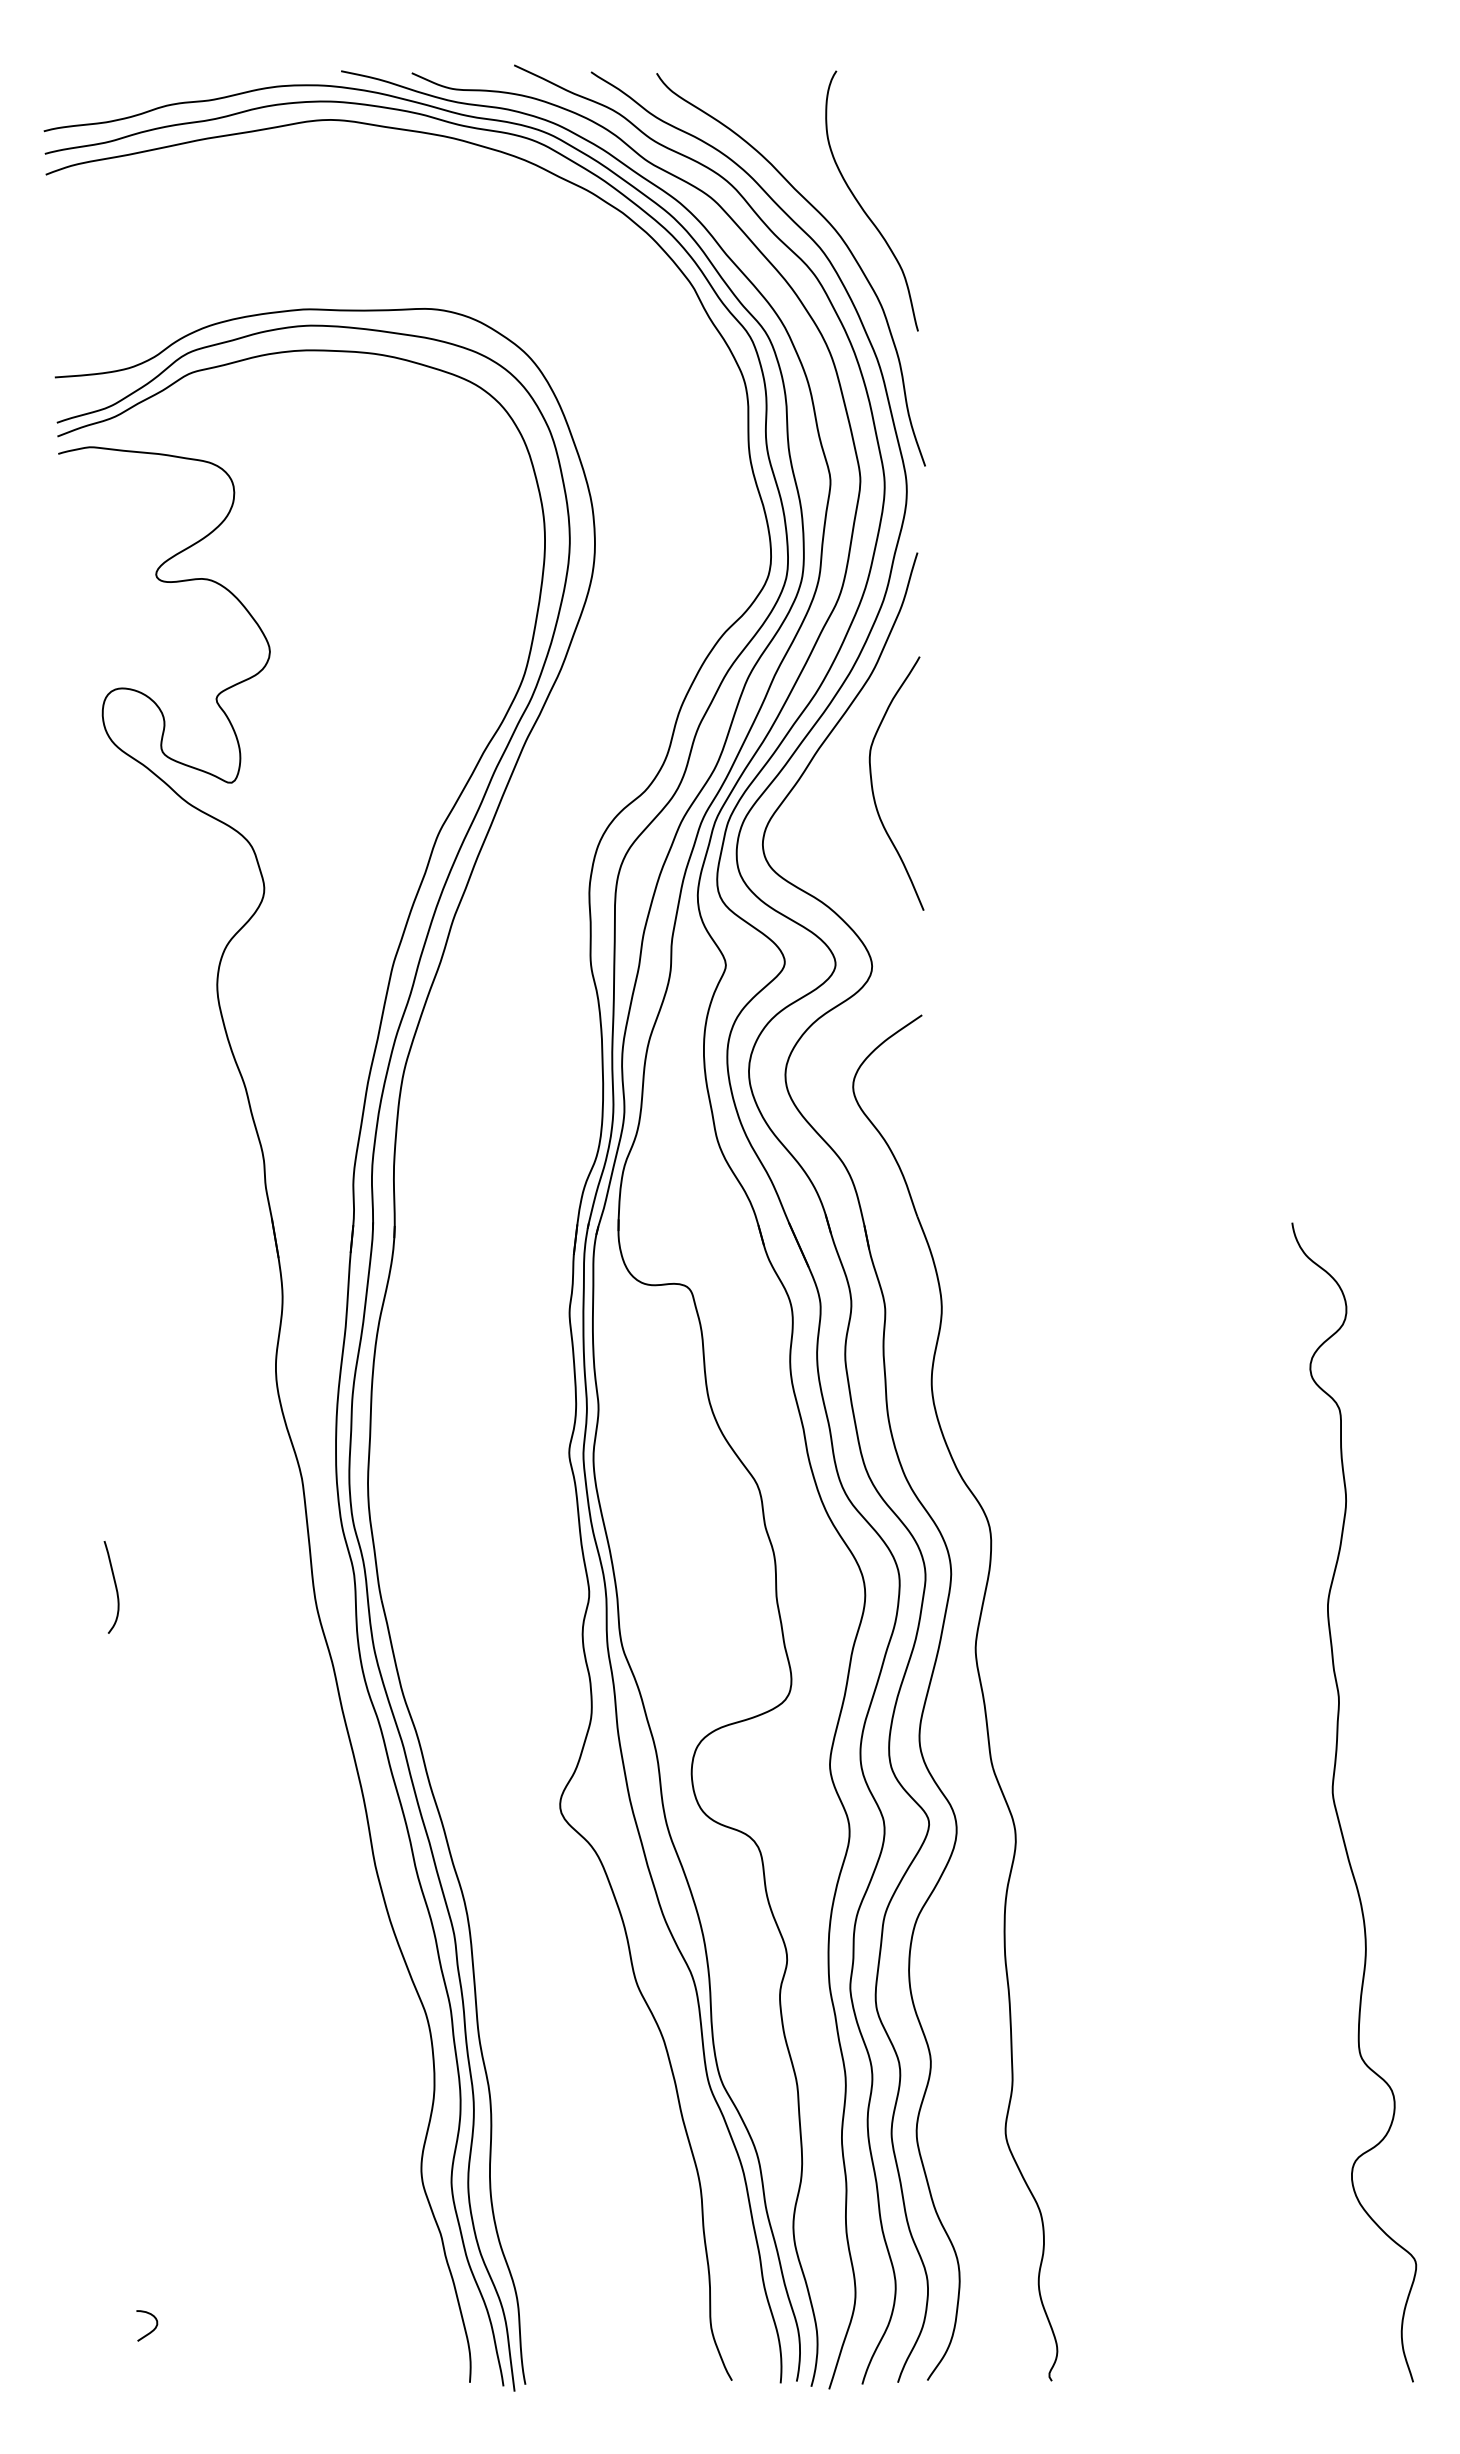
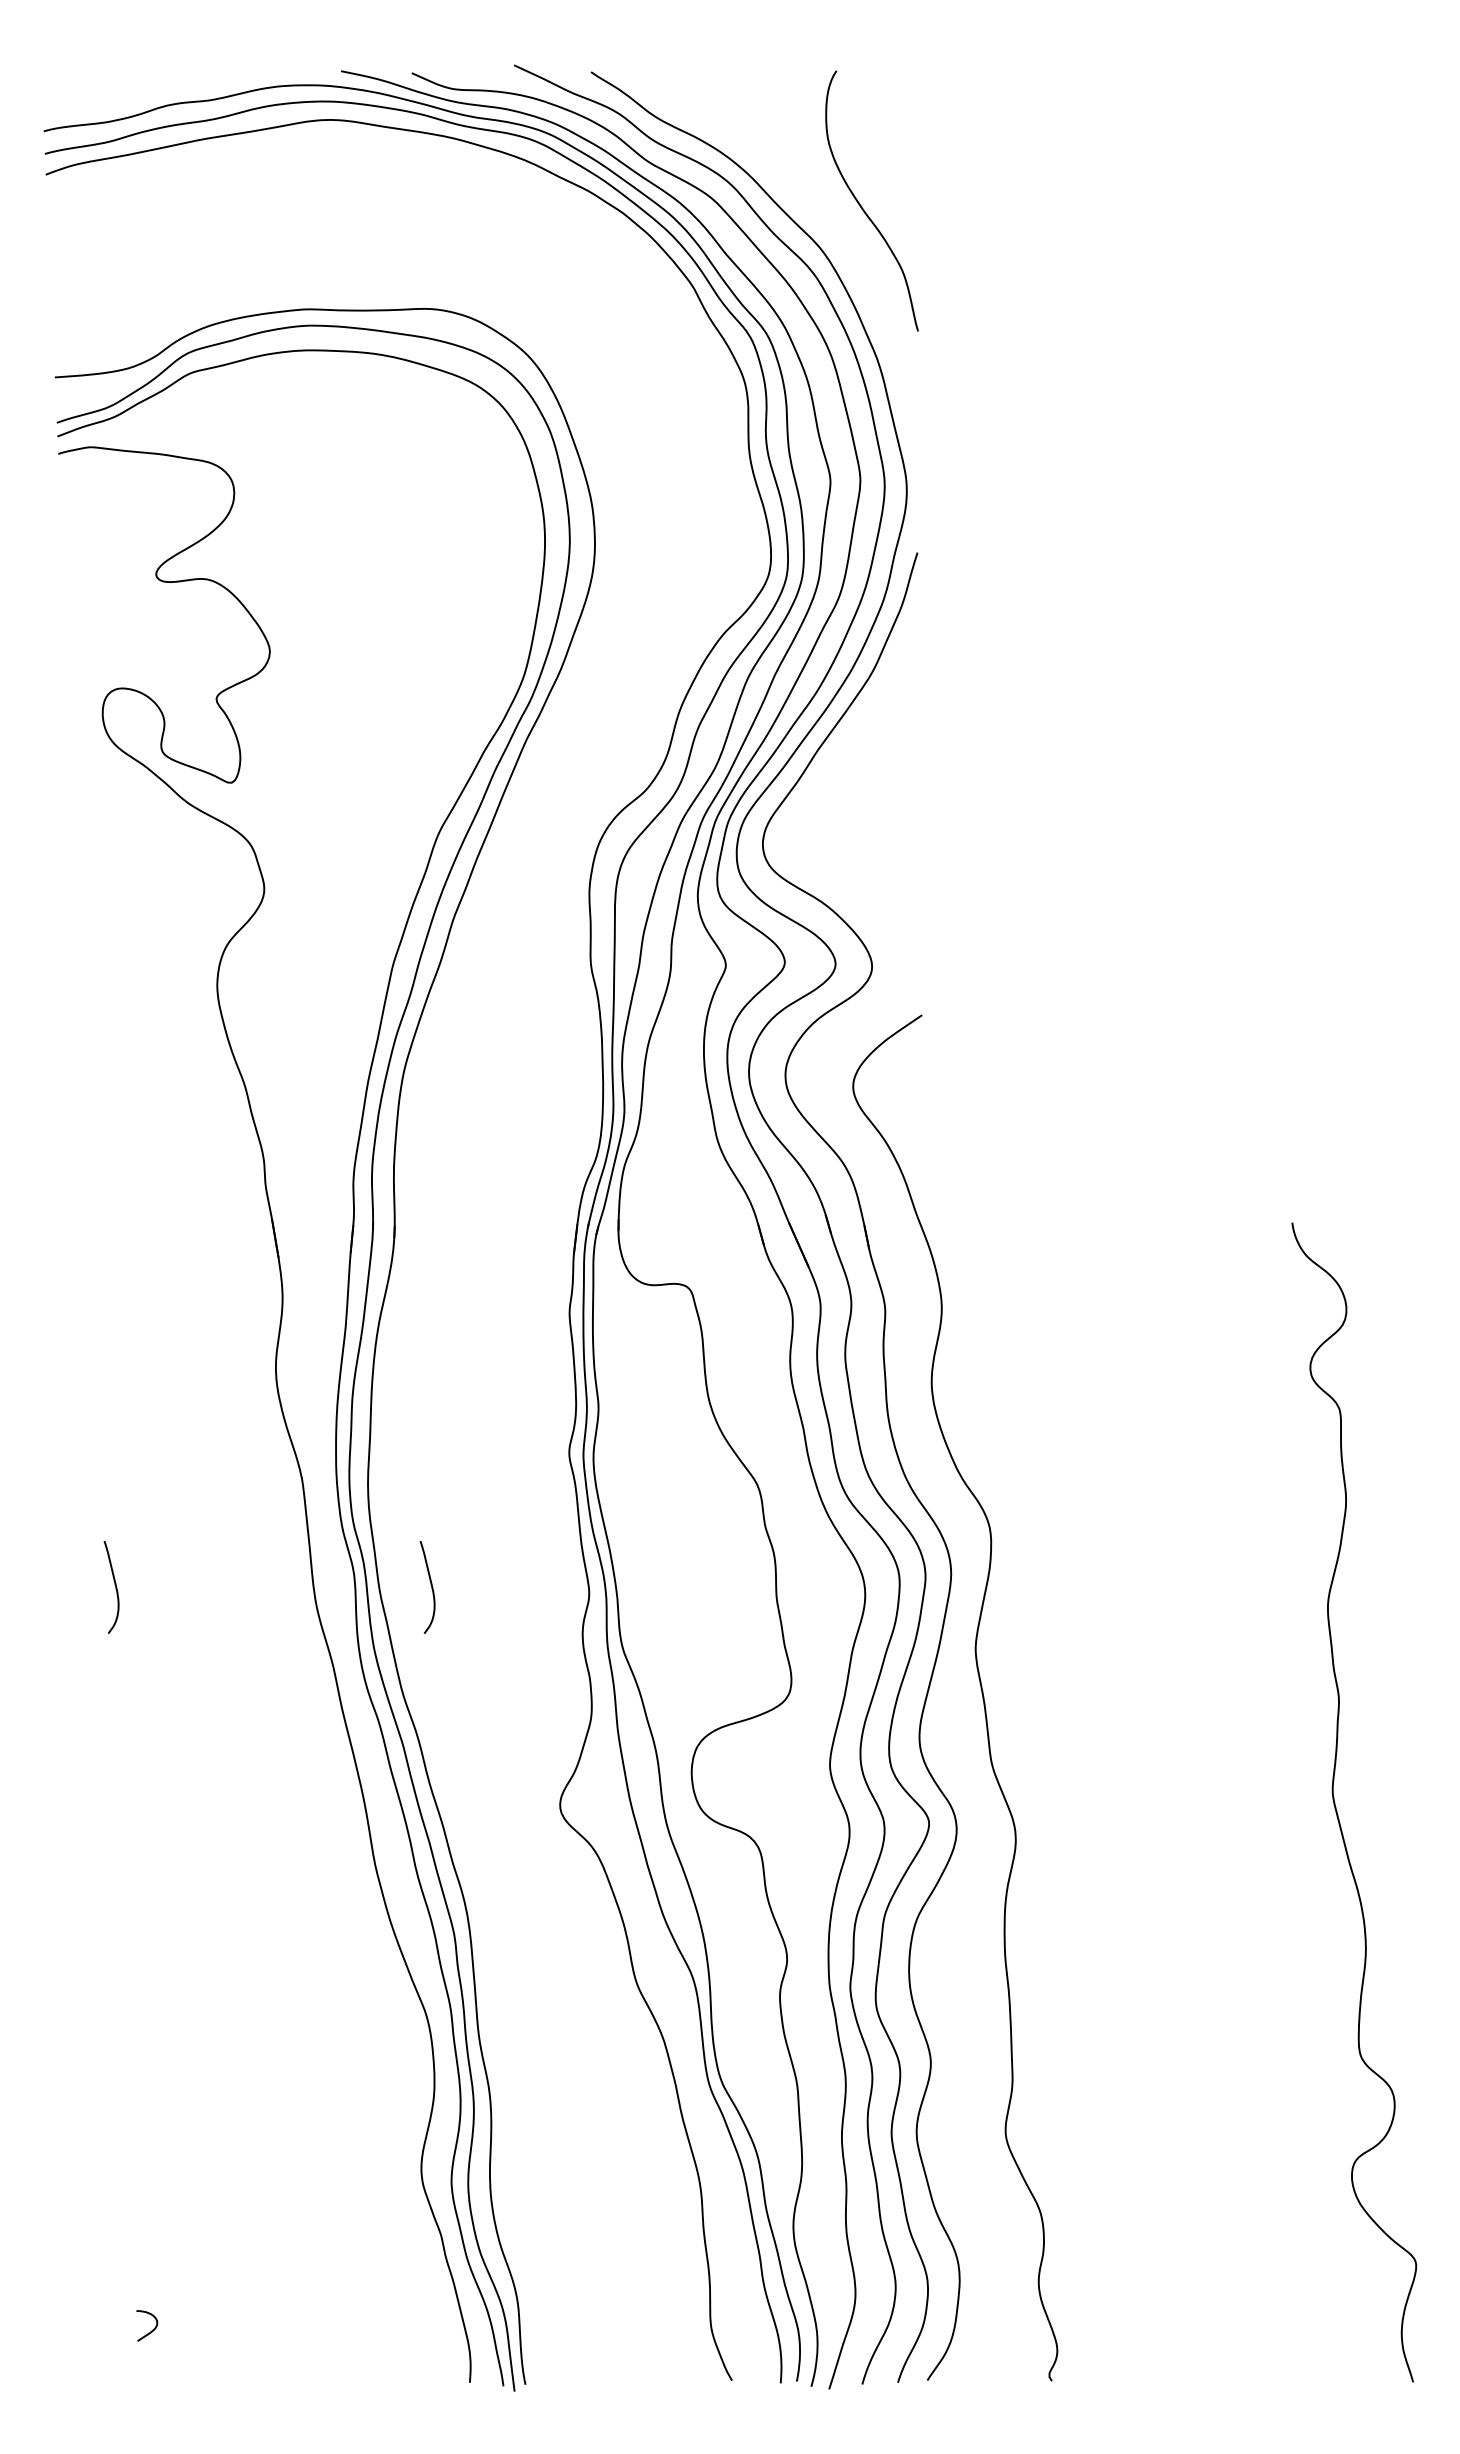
curve at (836, 233): present -> none
curve at (873, 788): present -> none
curve at (430, 1585): none -> present
